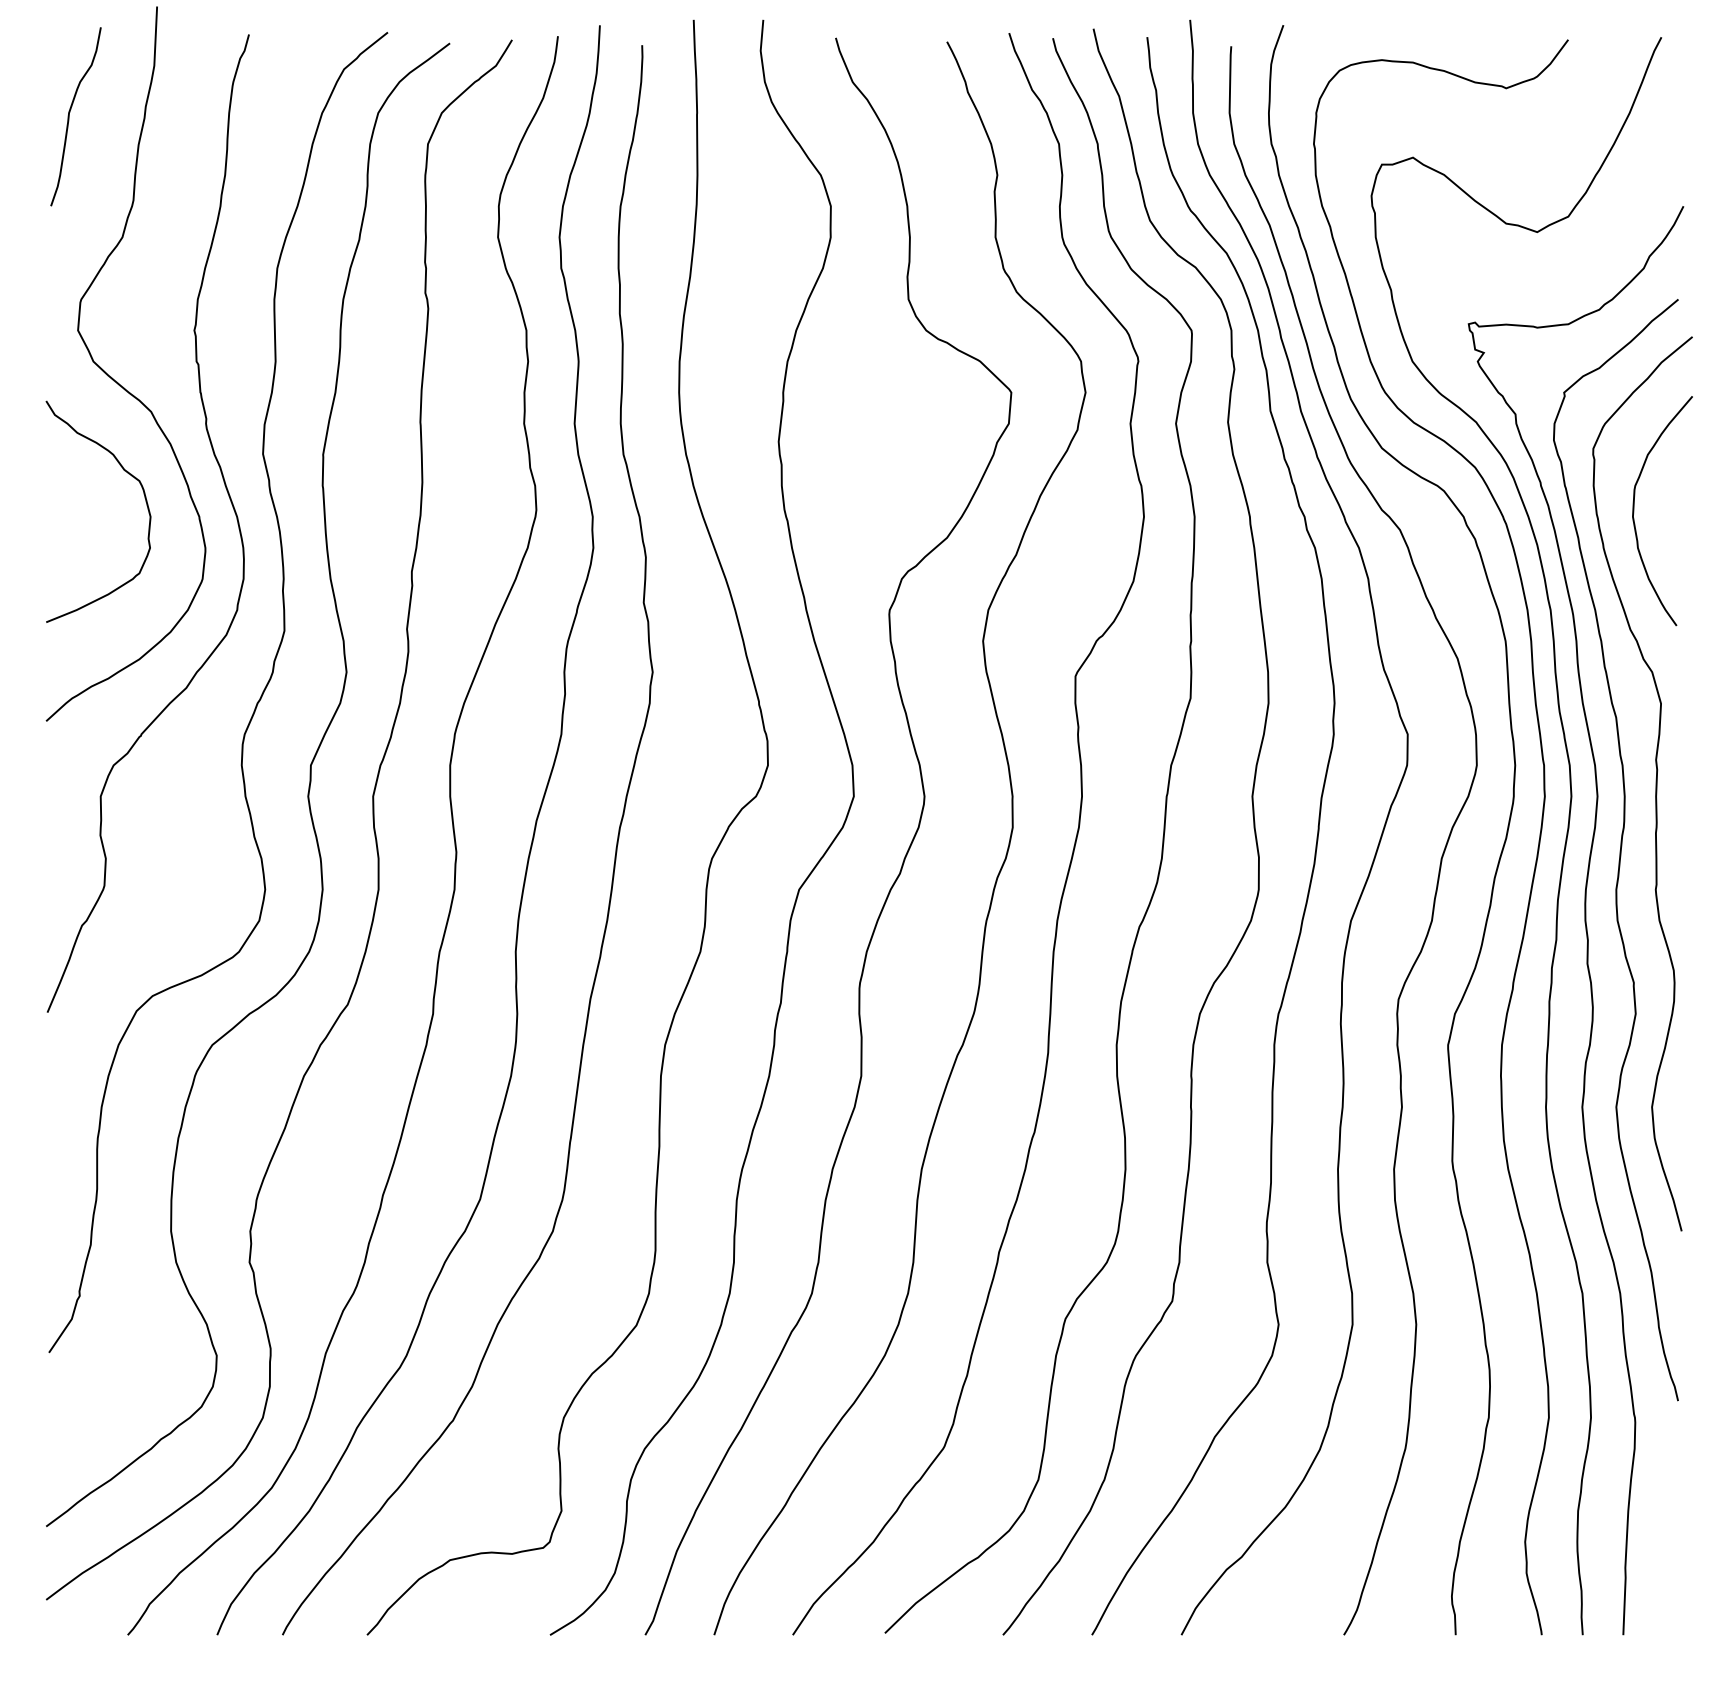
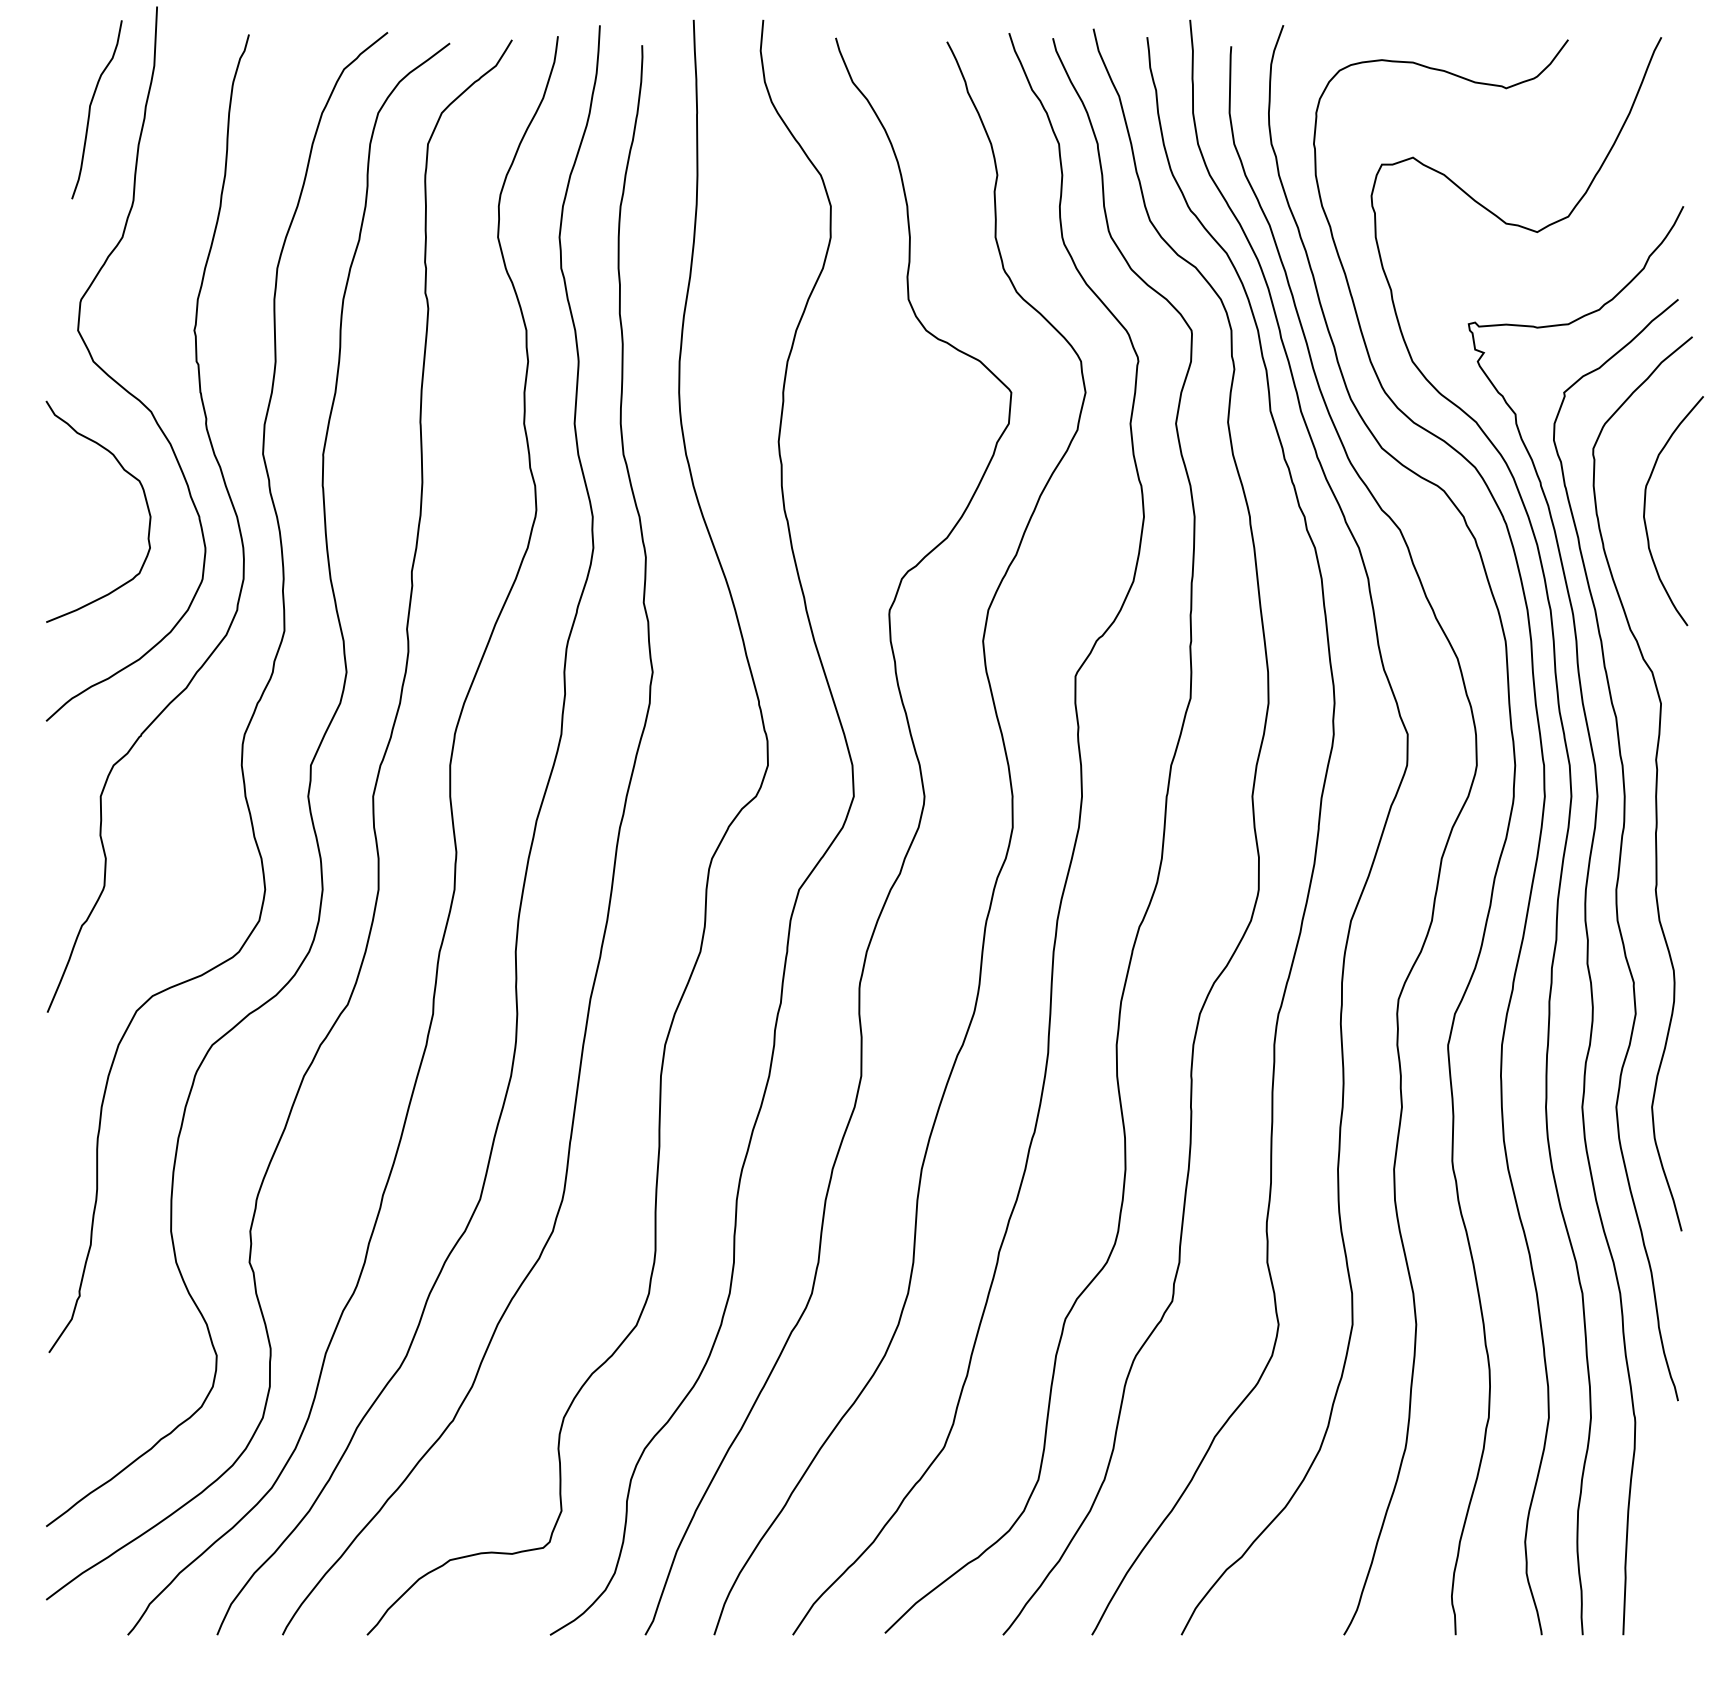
curve at (69, 116) position: (69, 116) -> (90, 109)
curve at (1634, 511) position: (1634, 511) -> (1645, 511)
